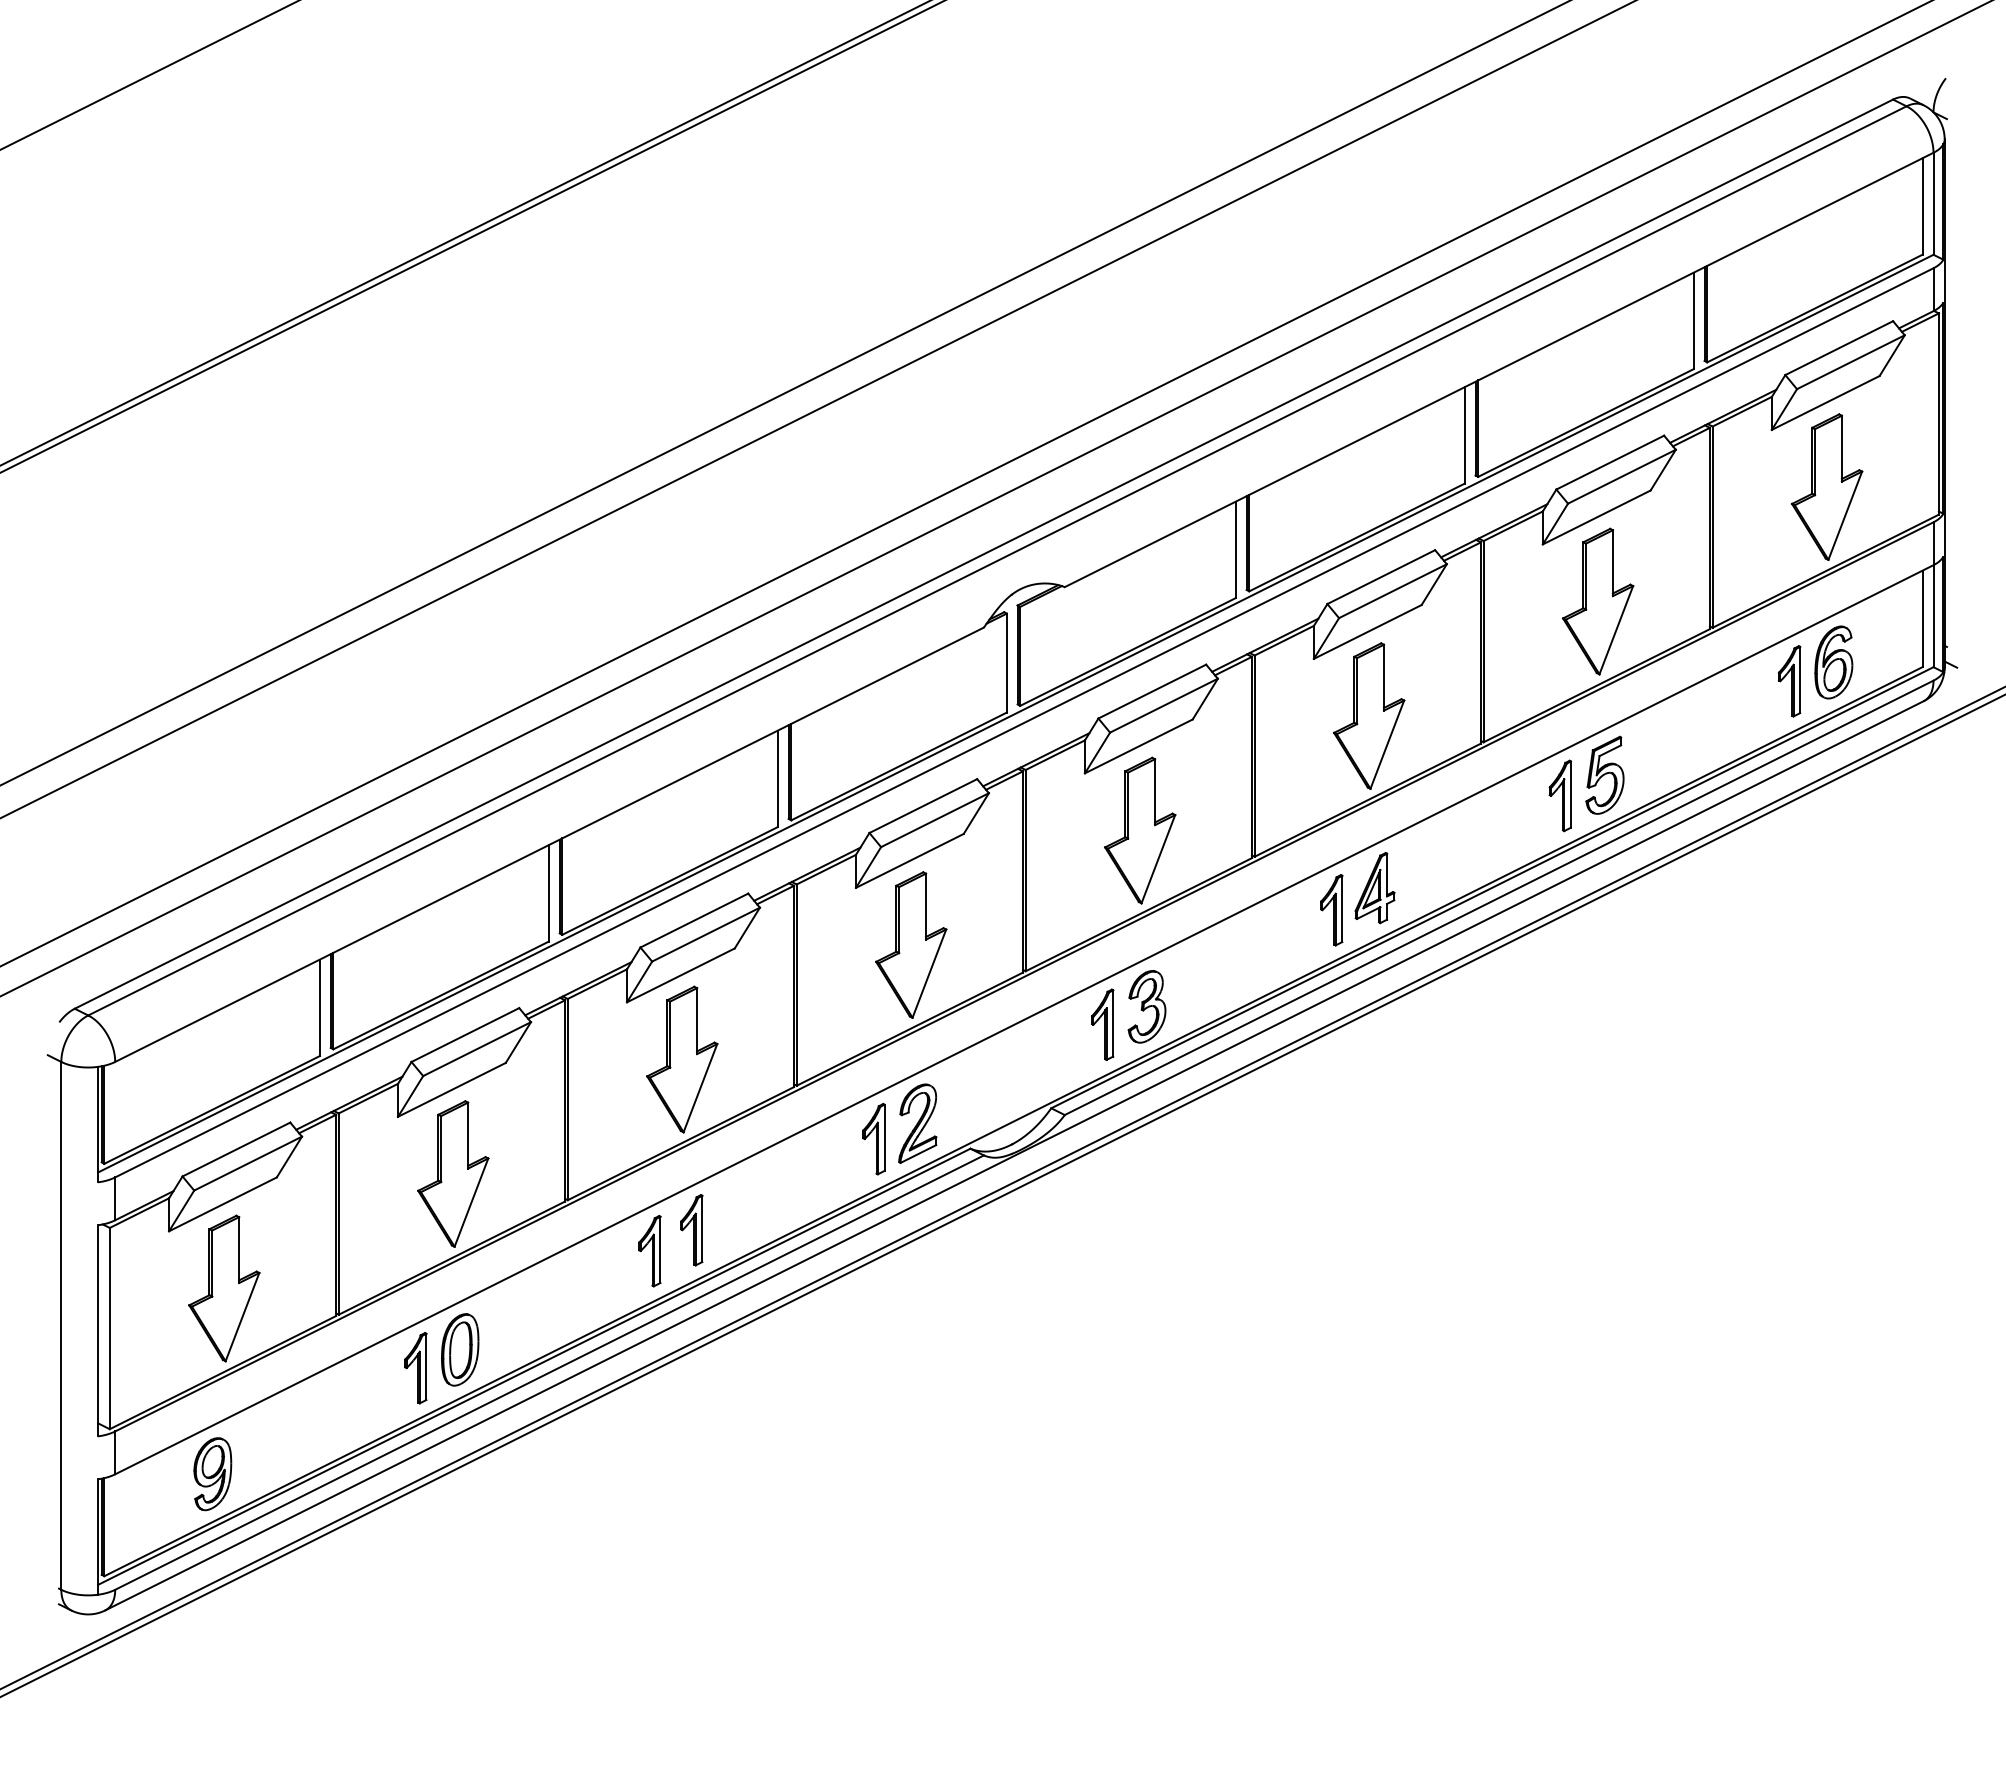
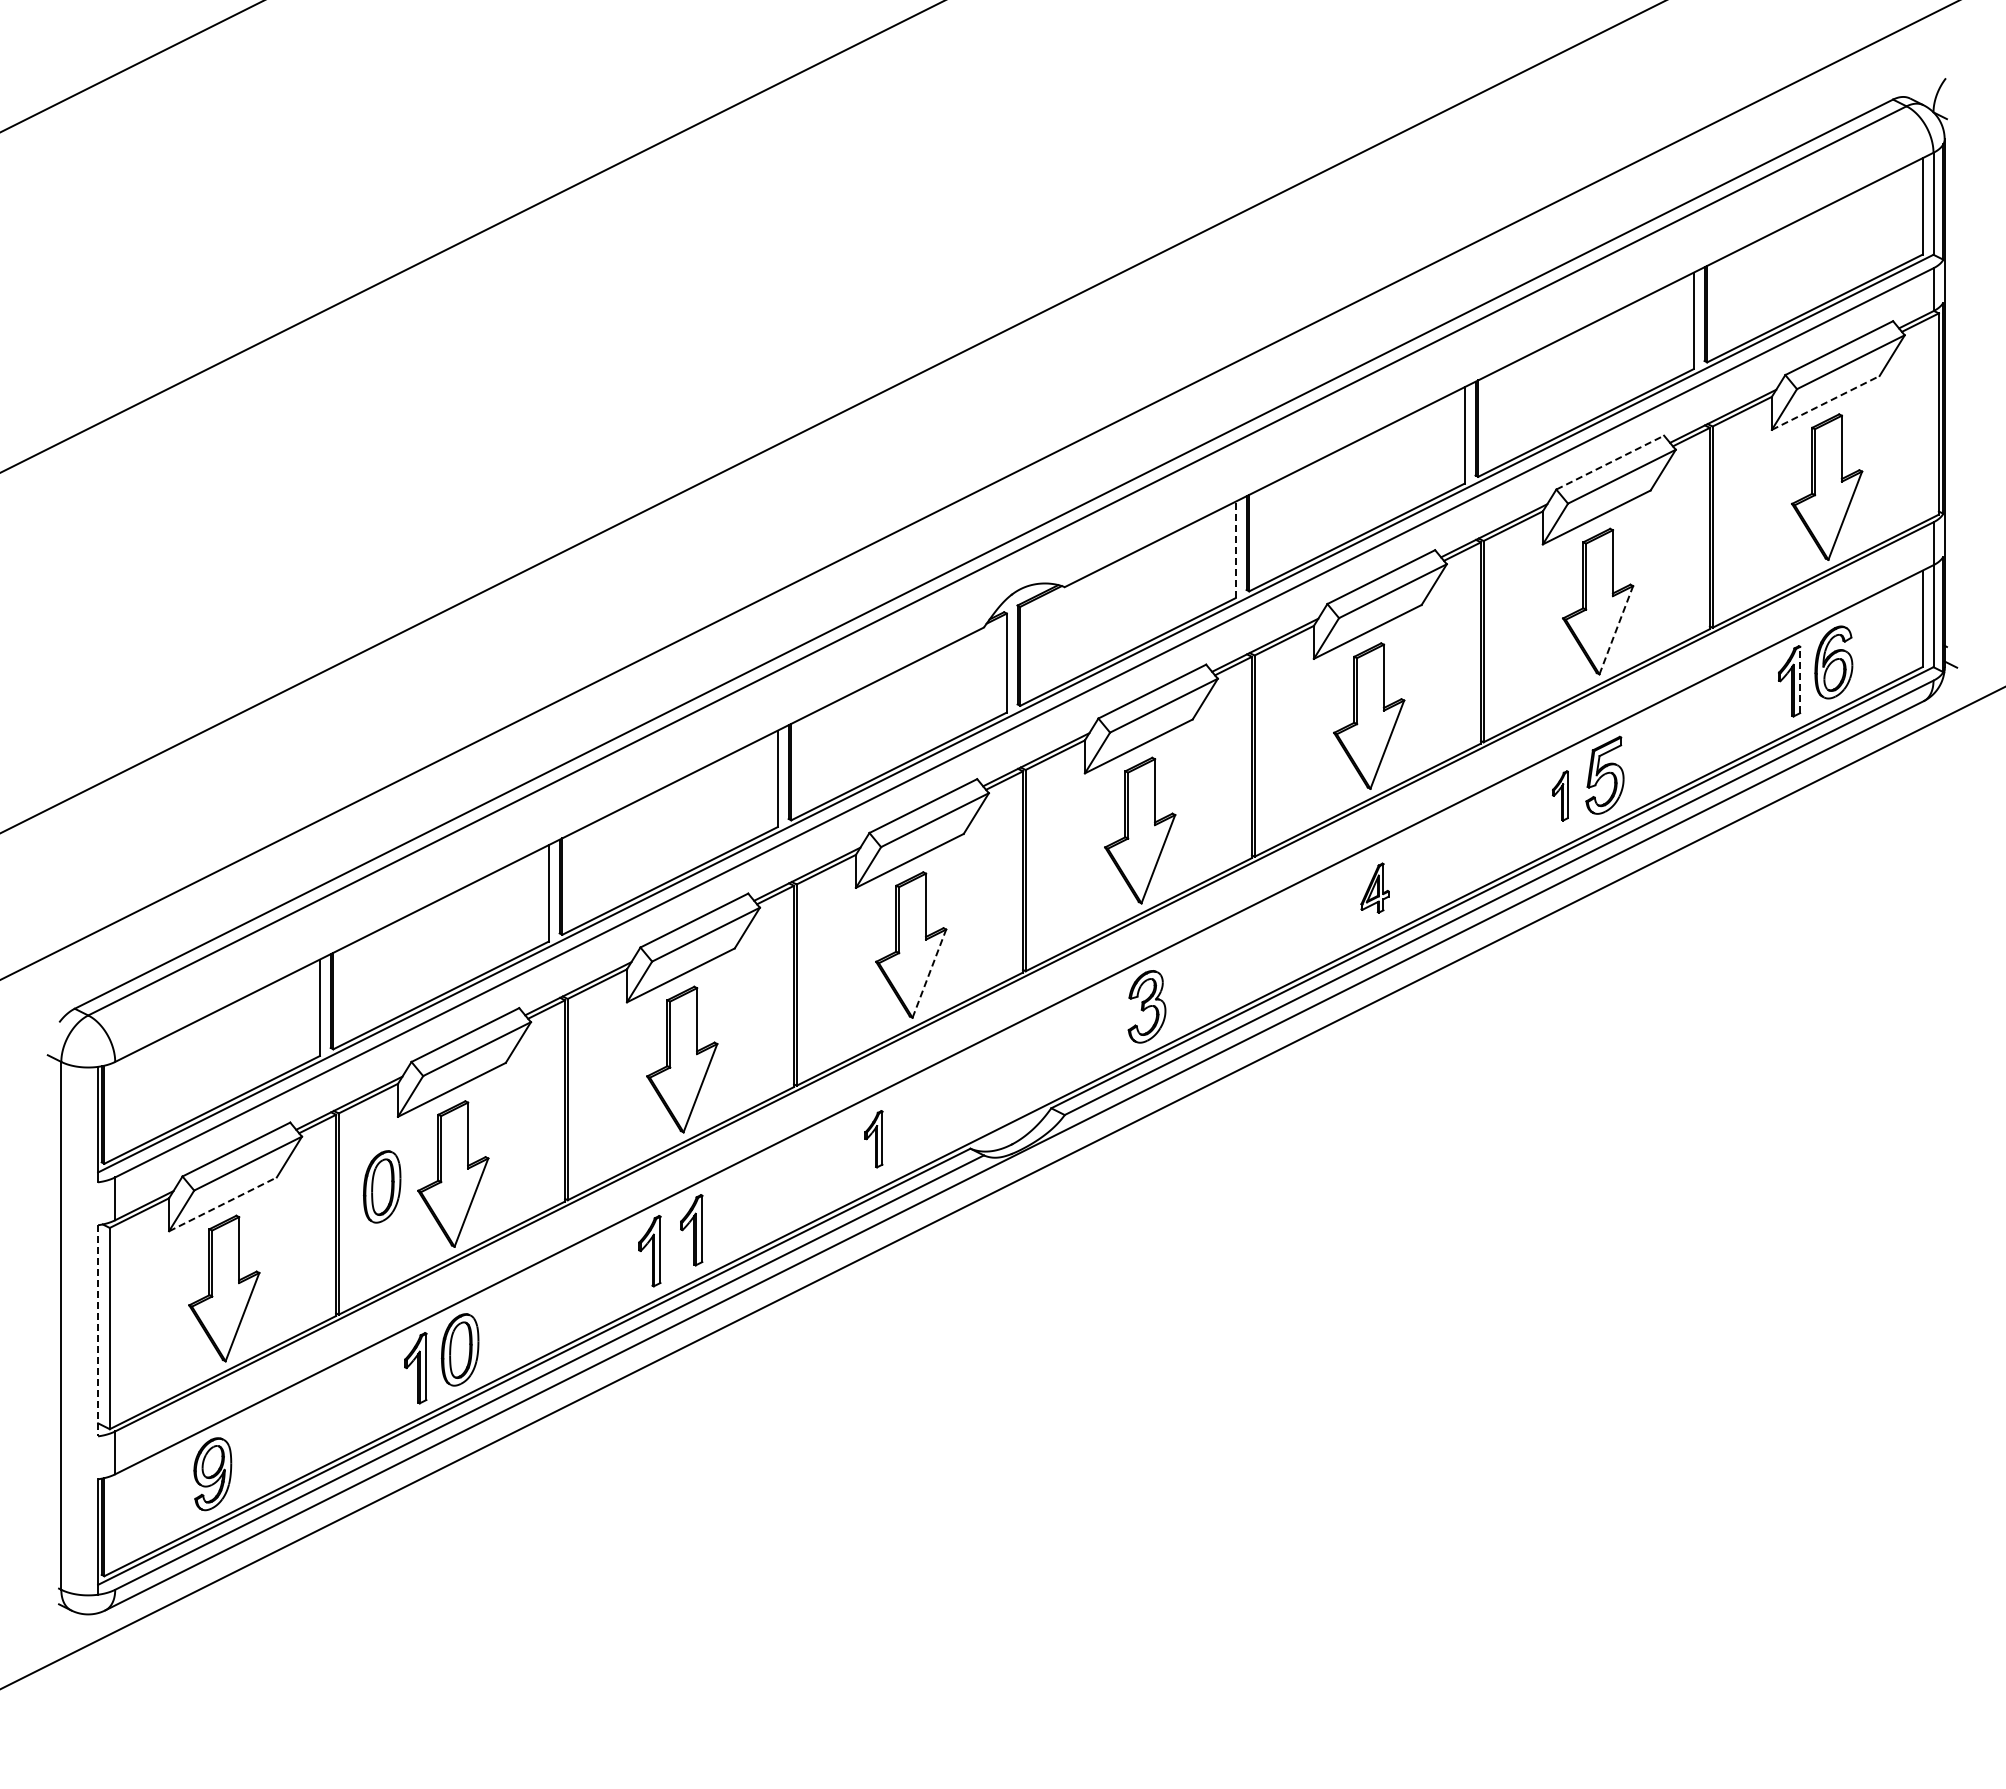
line at (148, 75) position: (148, 75) -> (131, 66)
line at (464, 233): present -> none
line at (784, 393): present -> none
line at (1826, 402): solid -> dashed
line at (817, 409) position: (817, 409) -> (832, 417)
line at (1610, 462): solid -> dashed
line at (965, 483): present -> none
line at (995, 498) position: (995, 498) -> (978, 490)
line at (1235, 549): solid -> dashed
line at (1616, 629): solid -> dashed
line at (1800, 679): solid -> dashed
part at (1560, 795) size: 25x74 px -> 17x52 px
part at (1374, 888) size: 42x73 px -> 30x52 px
part at (1331, 910): present -> none
line at (929, 973): solid -> dashed
part at (1102, 1024): present -> none
part at (917, 1123): present -> none
part at (873, 1139) size: 24x73 px -> 20x59 px
part at (381, 1186): none -> present
line at (1002, 1196): present -> none
line at (223, 1204): solid -> dashed
line at (98, 1330): solid -> dashed
